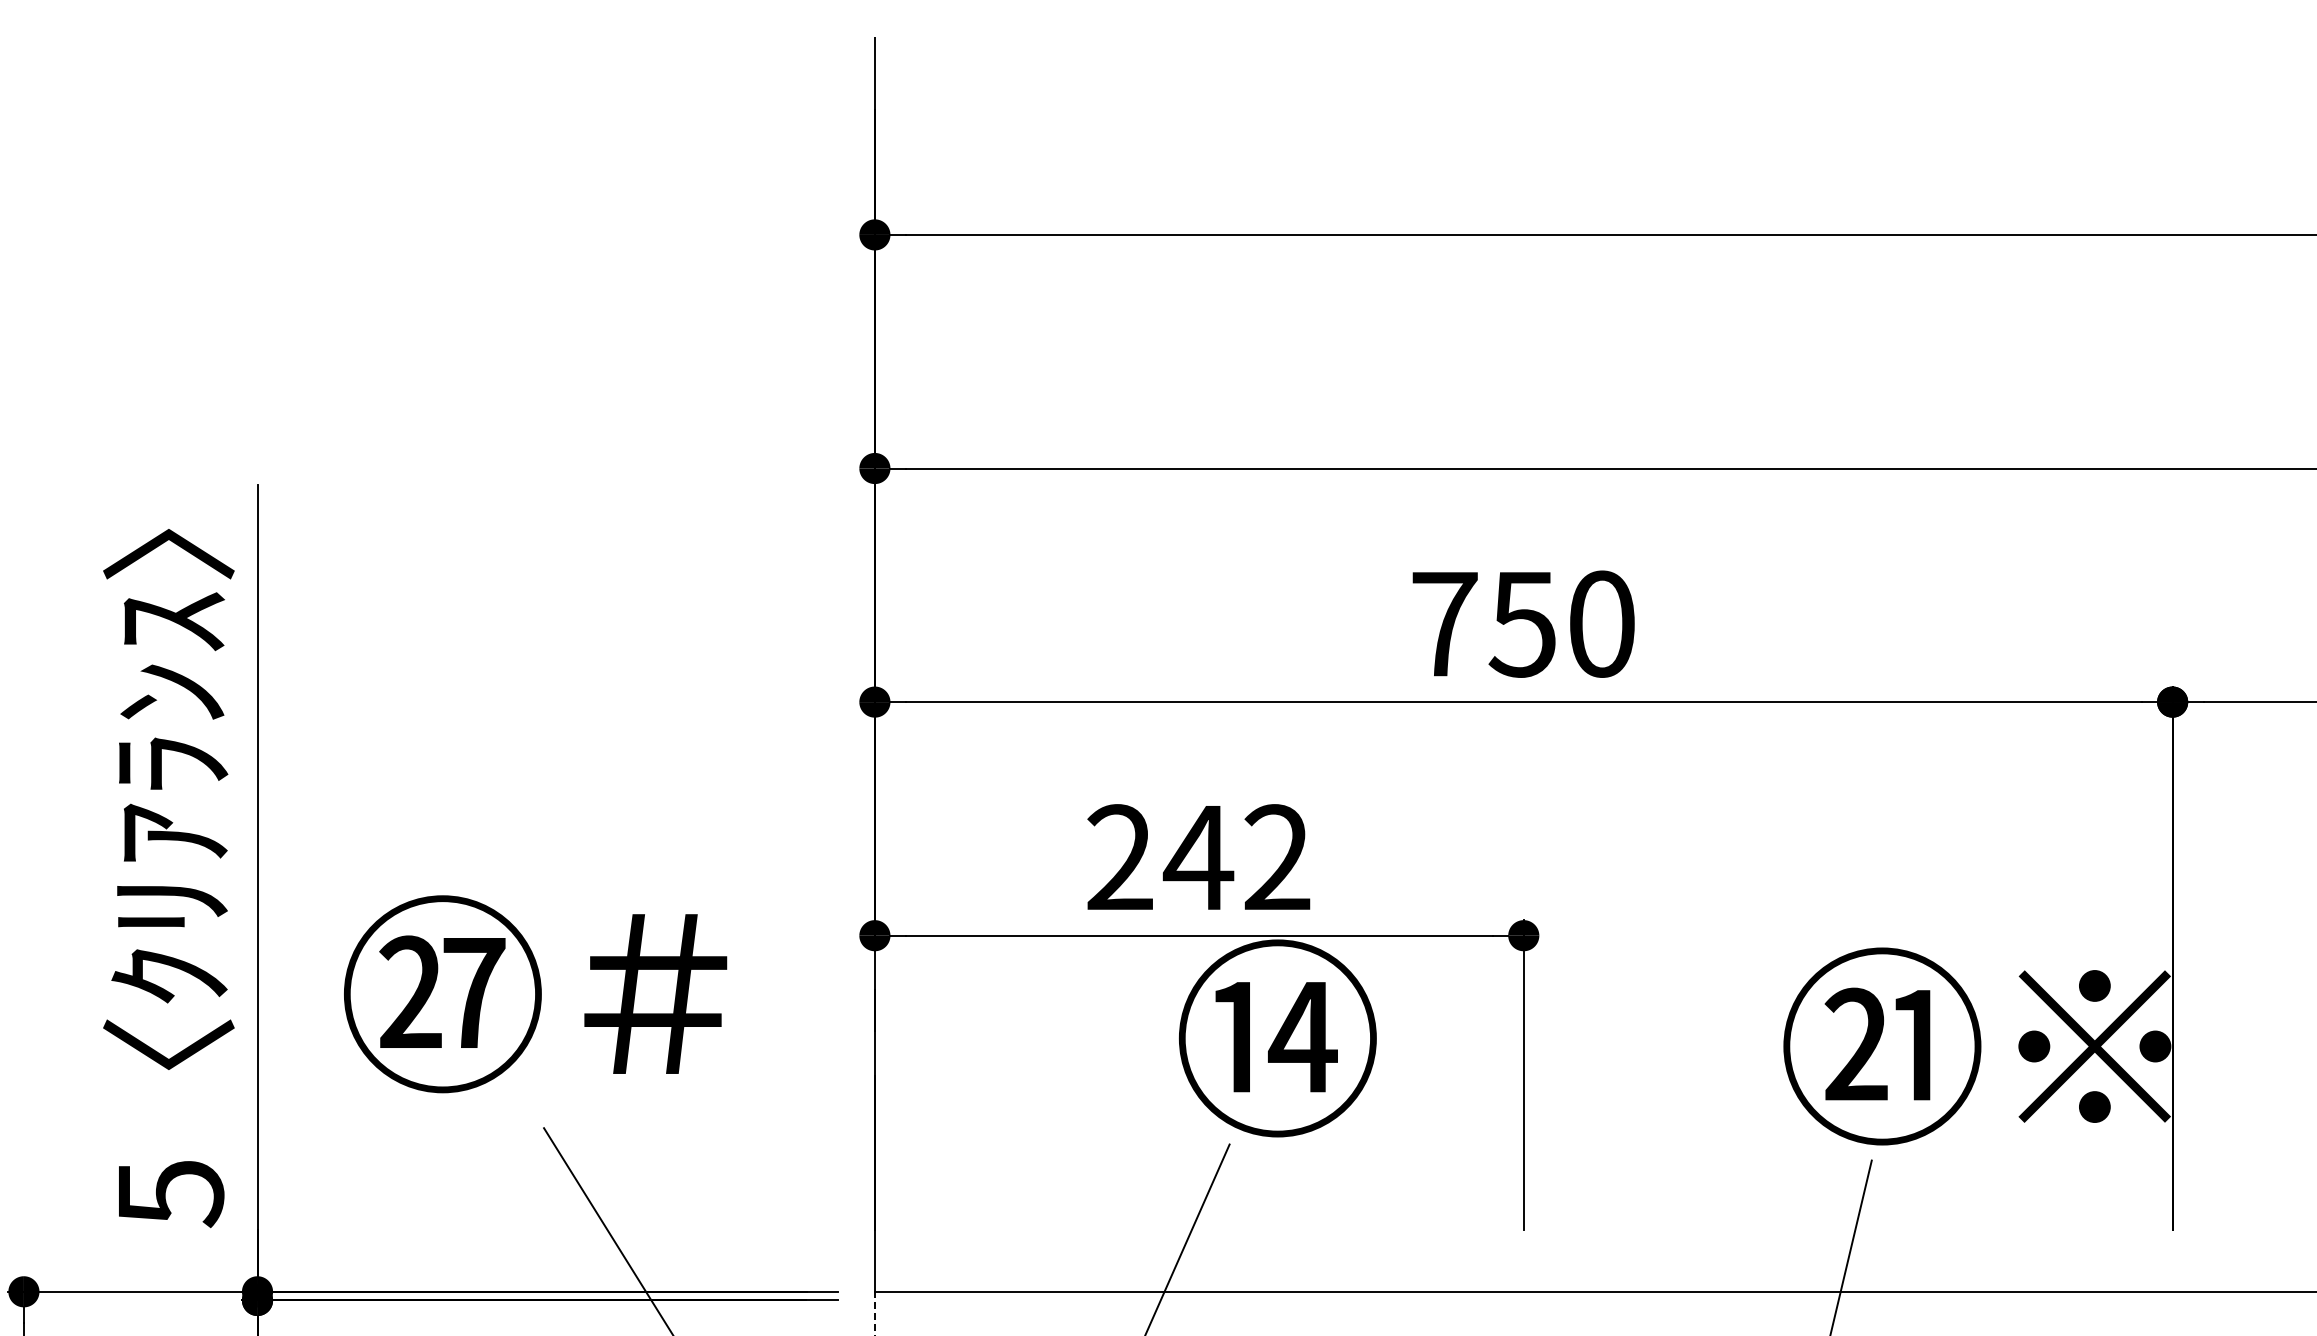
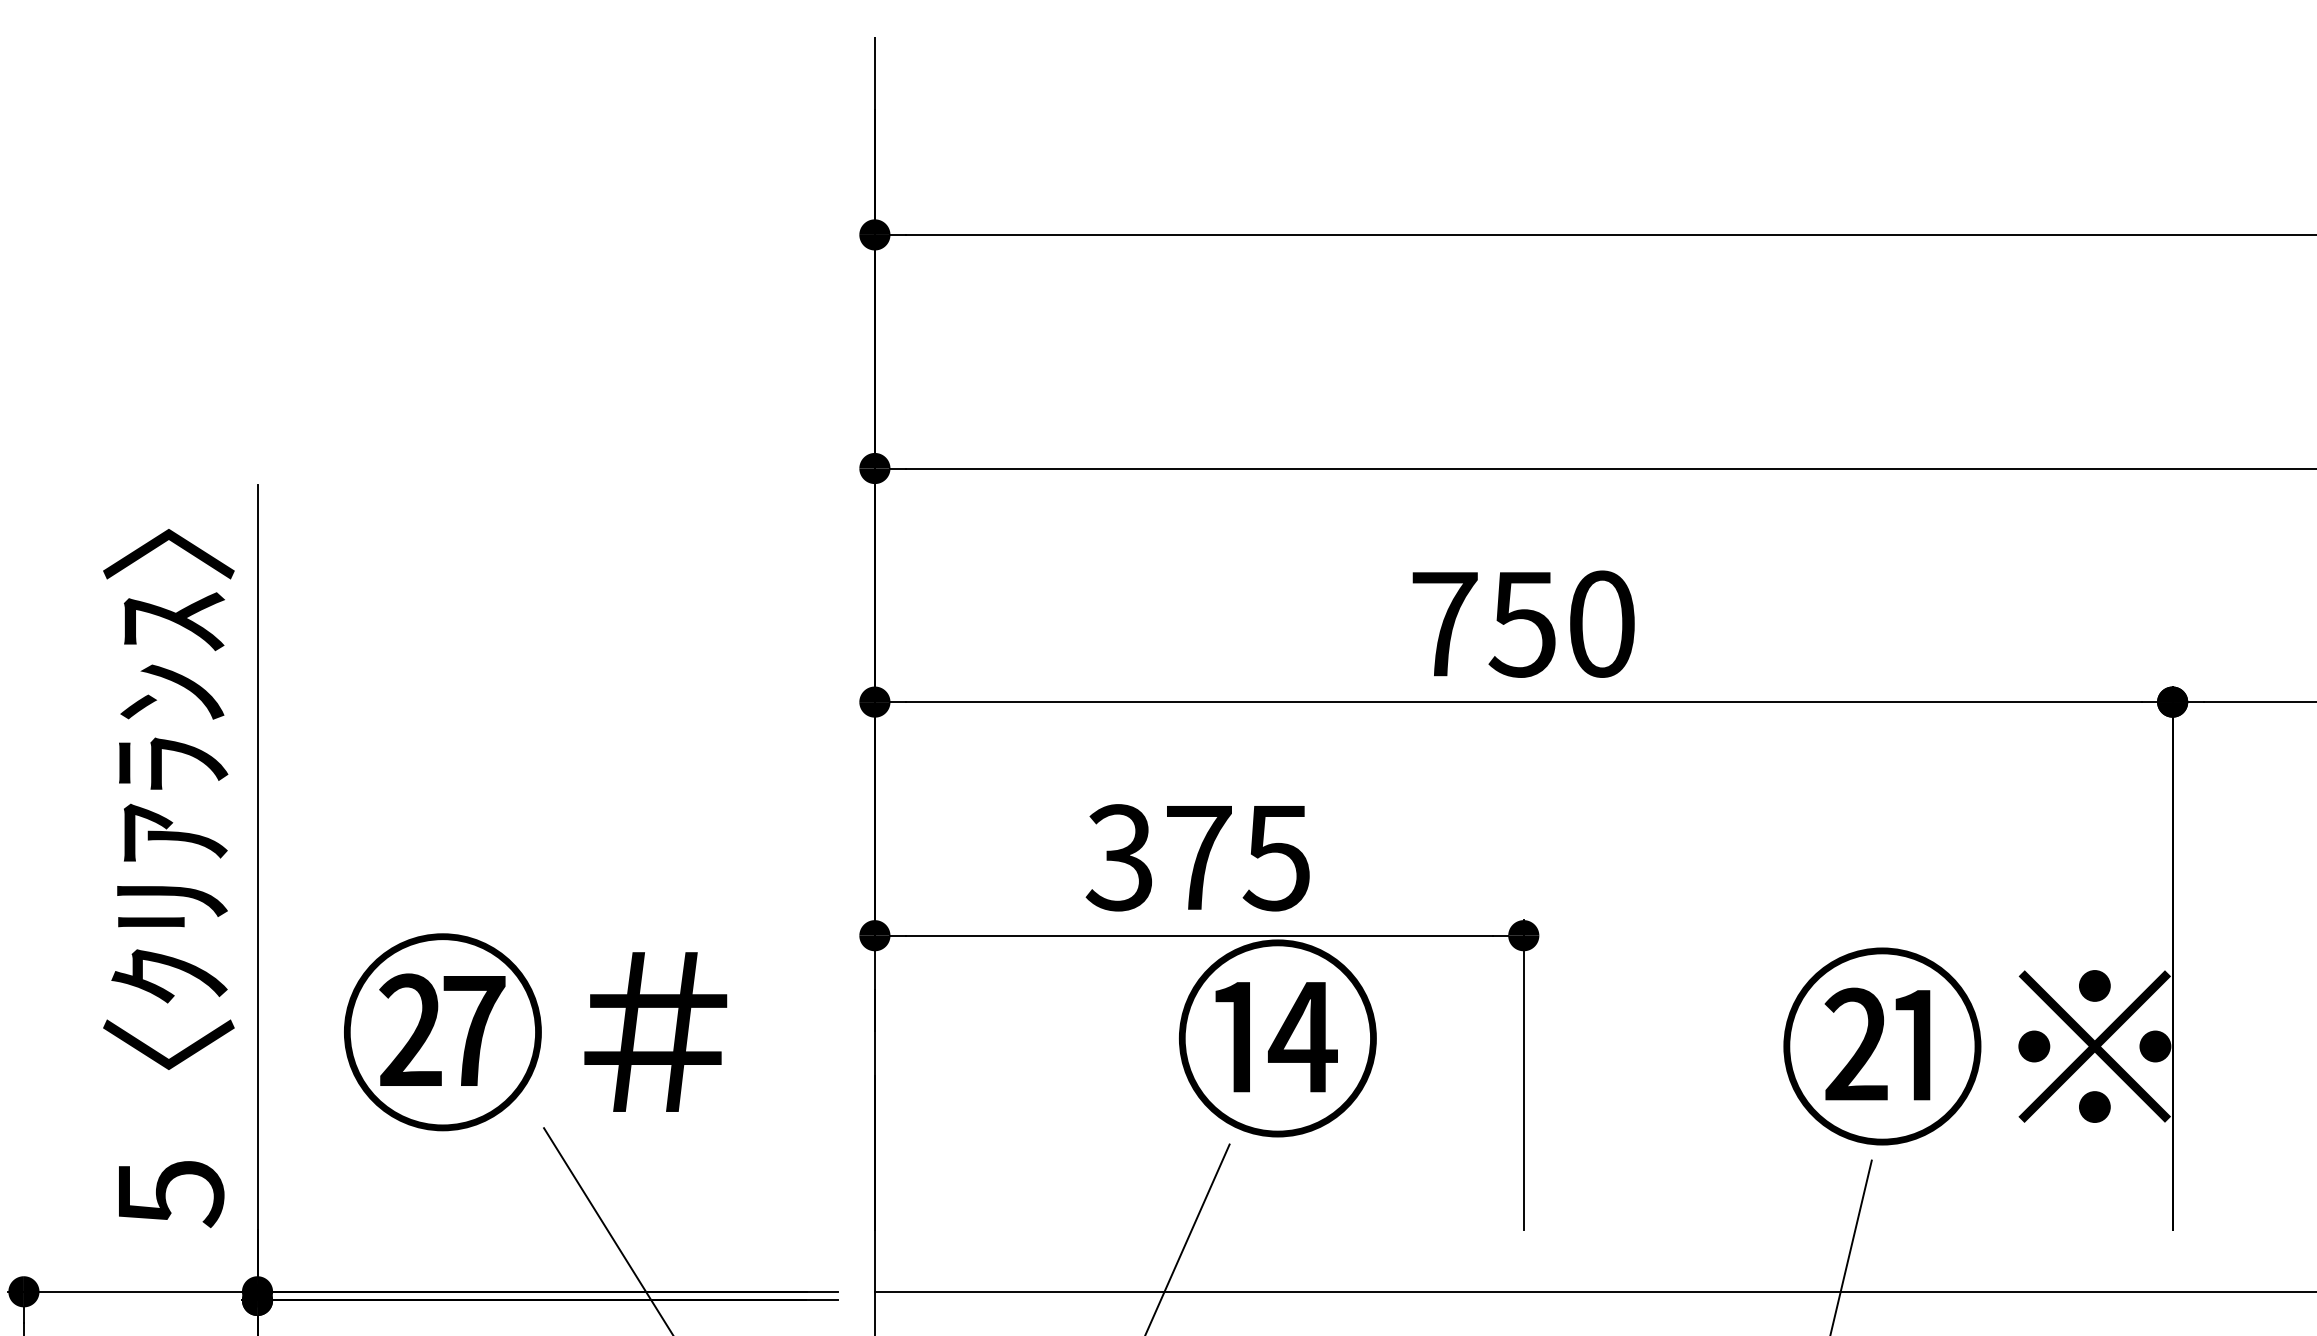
text at (1197, 857): 242 -> 375
text at (535, 994) position: (535, 994) -> (535, 1032)
line at (874, 1313): dashed -> solid
